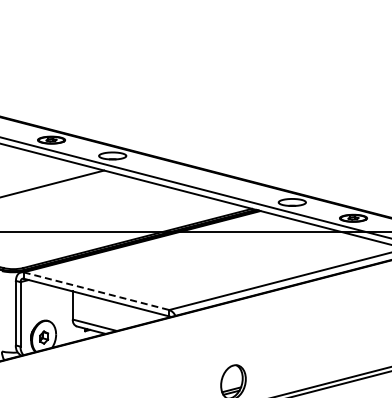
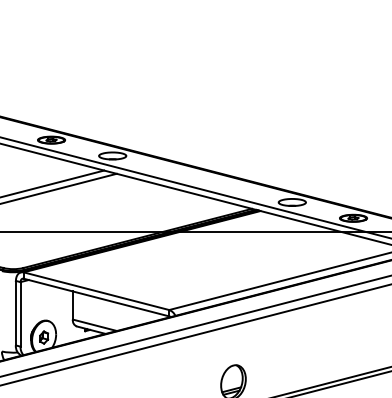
line at (59, 188): none -> present
line at (96, 291): dashed -> solid
line at (195, 326): none -> present
line at (195, 334): none -> present
